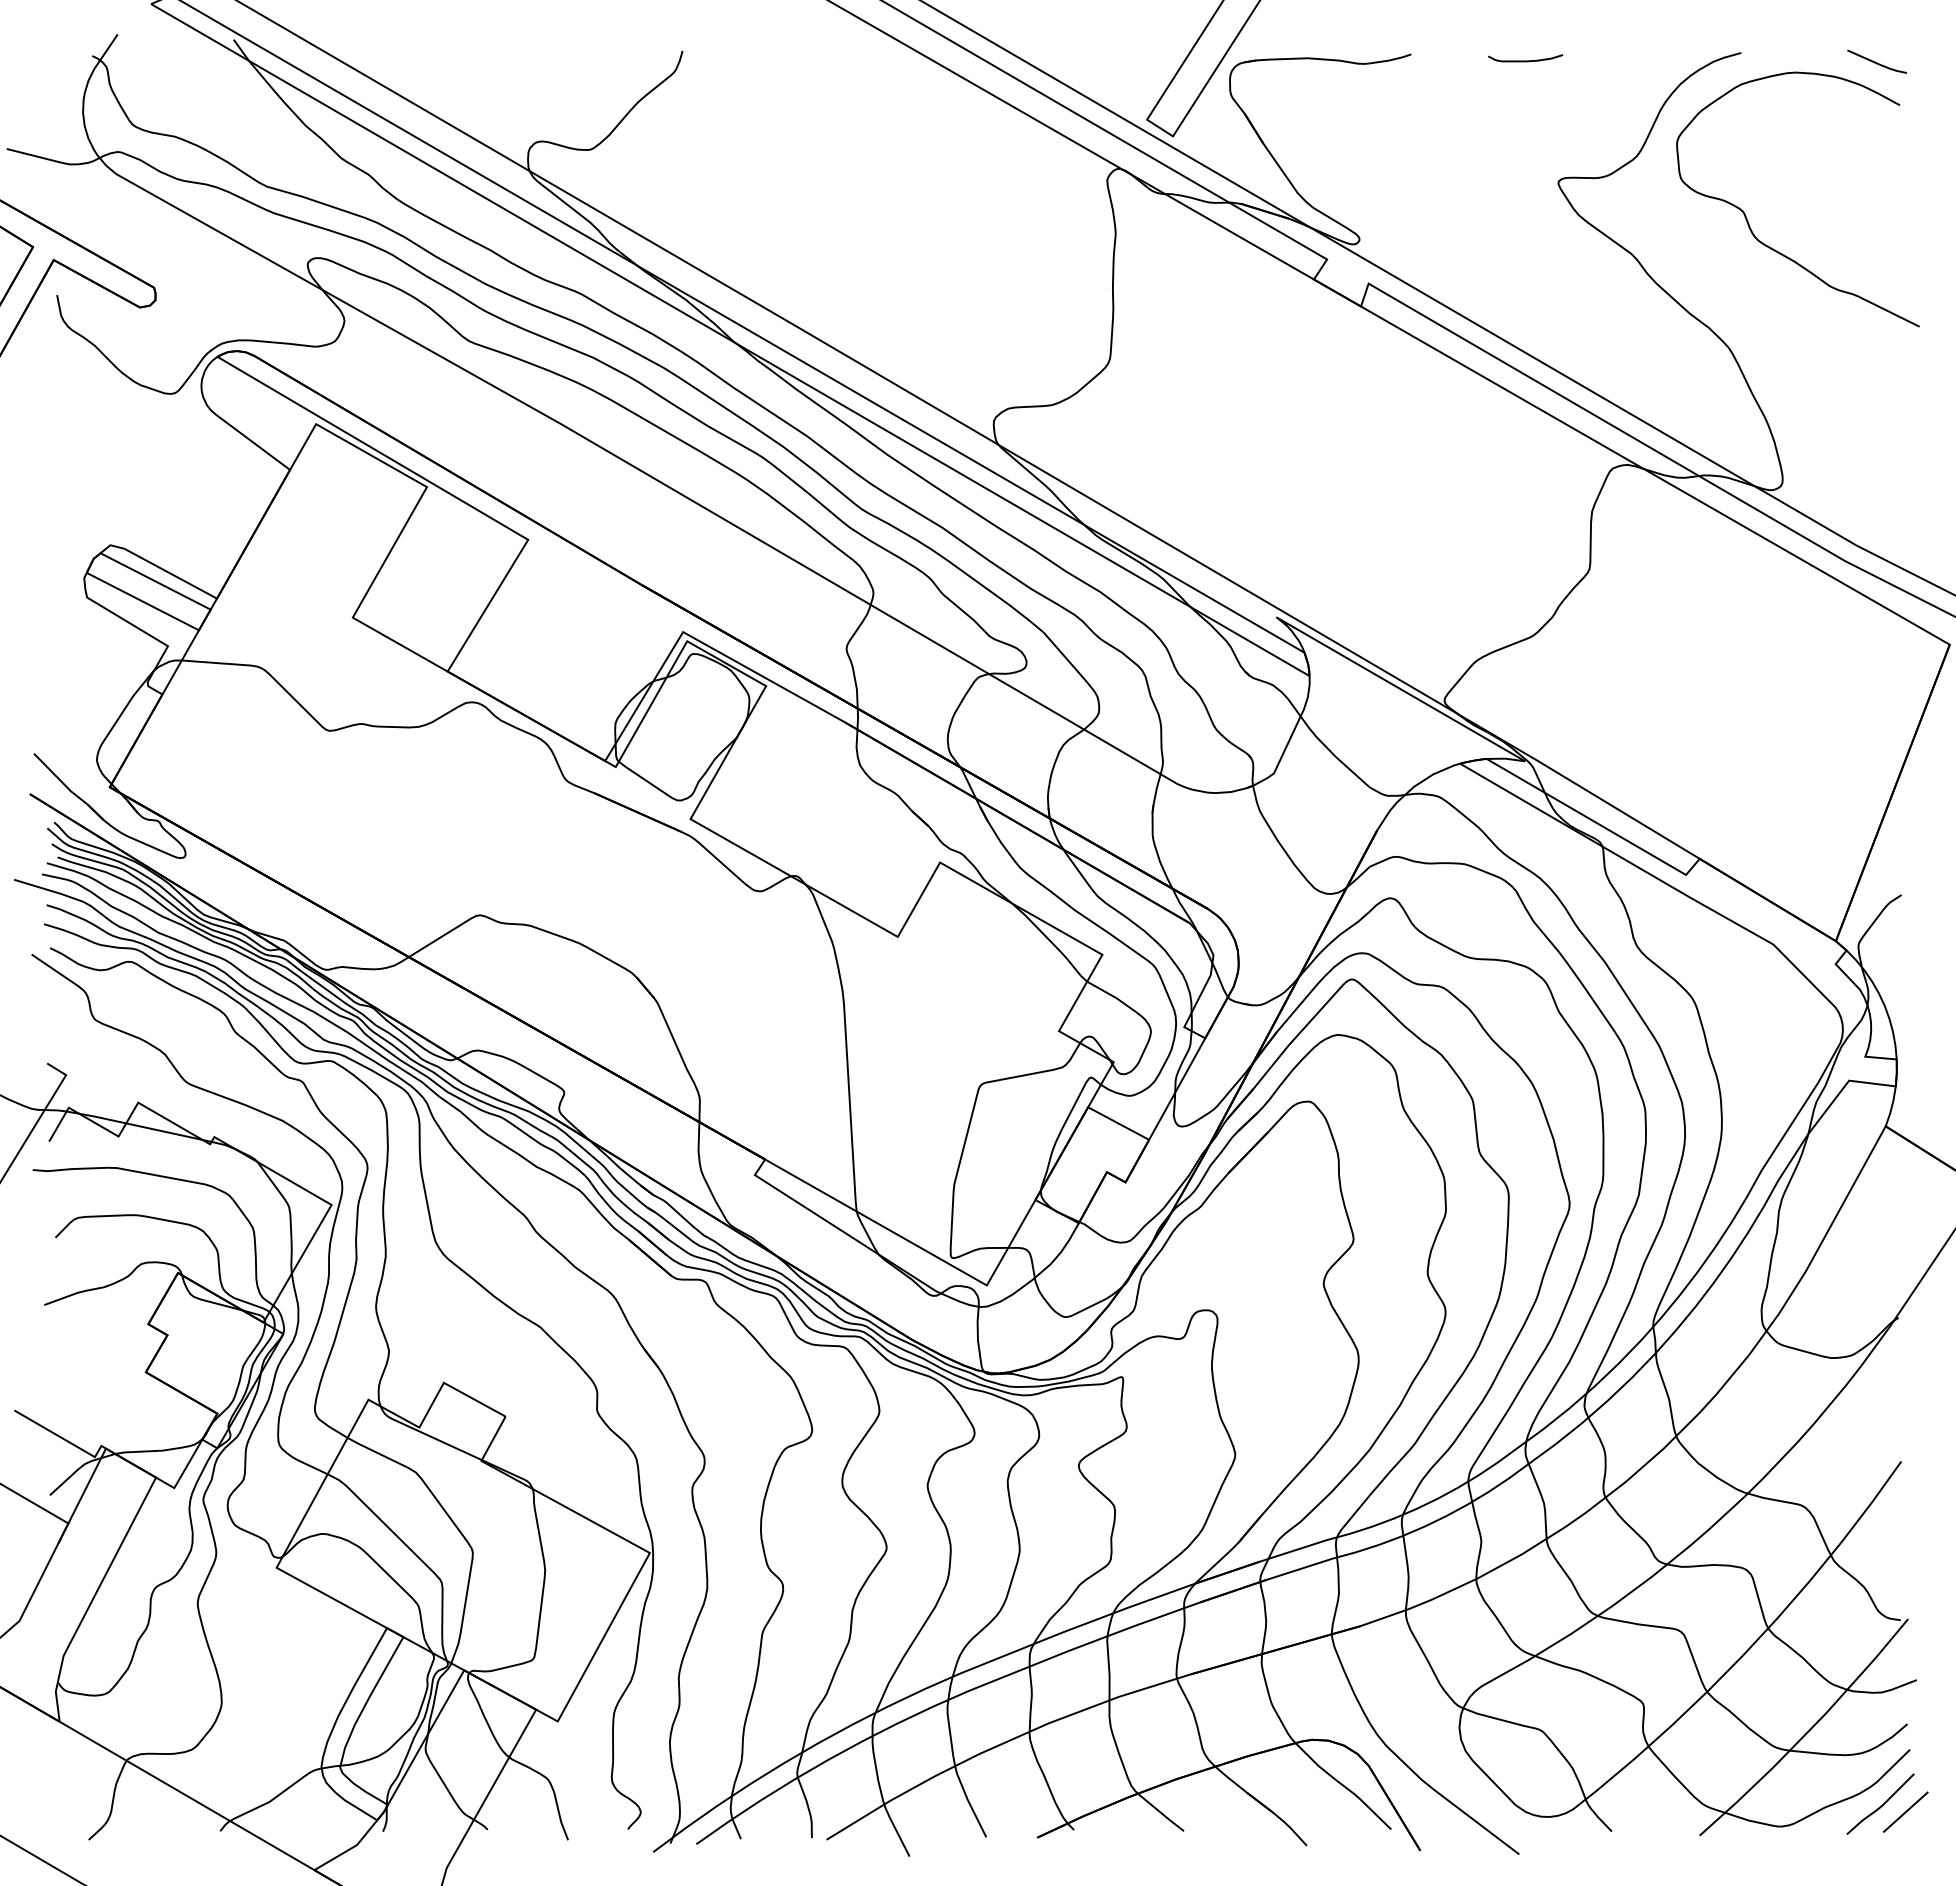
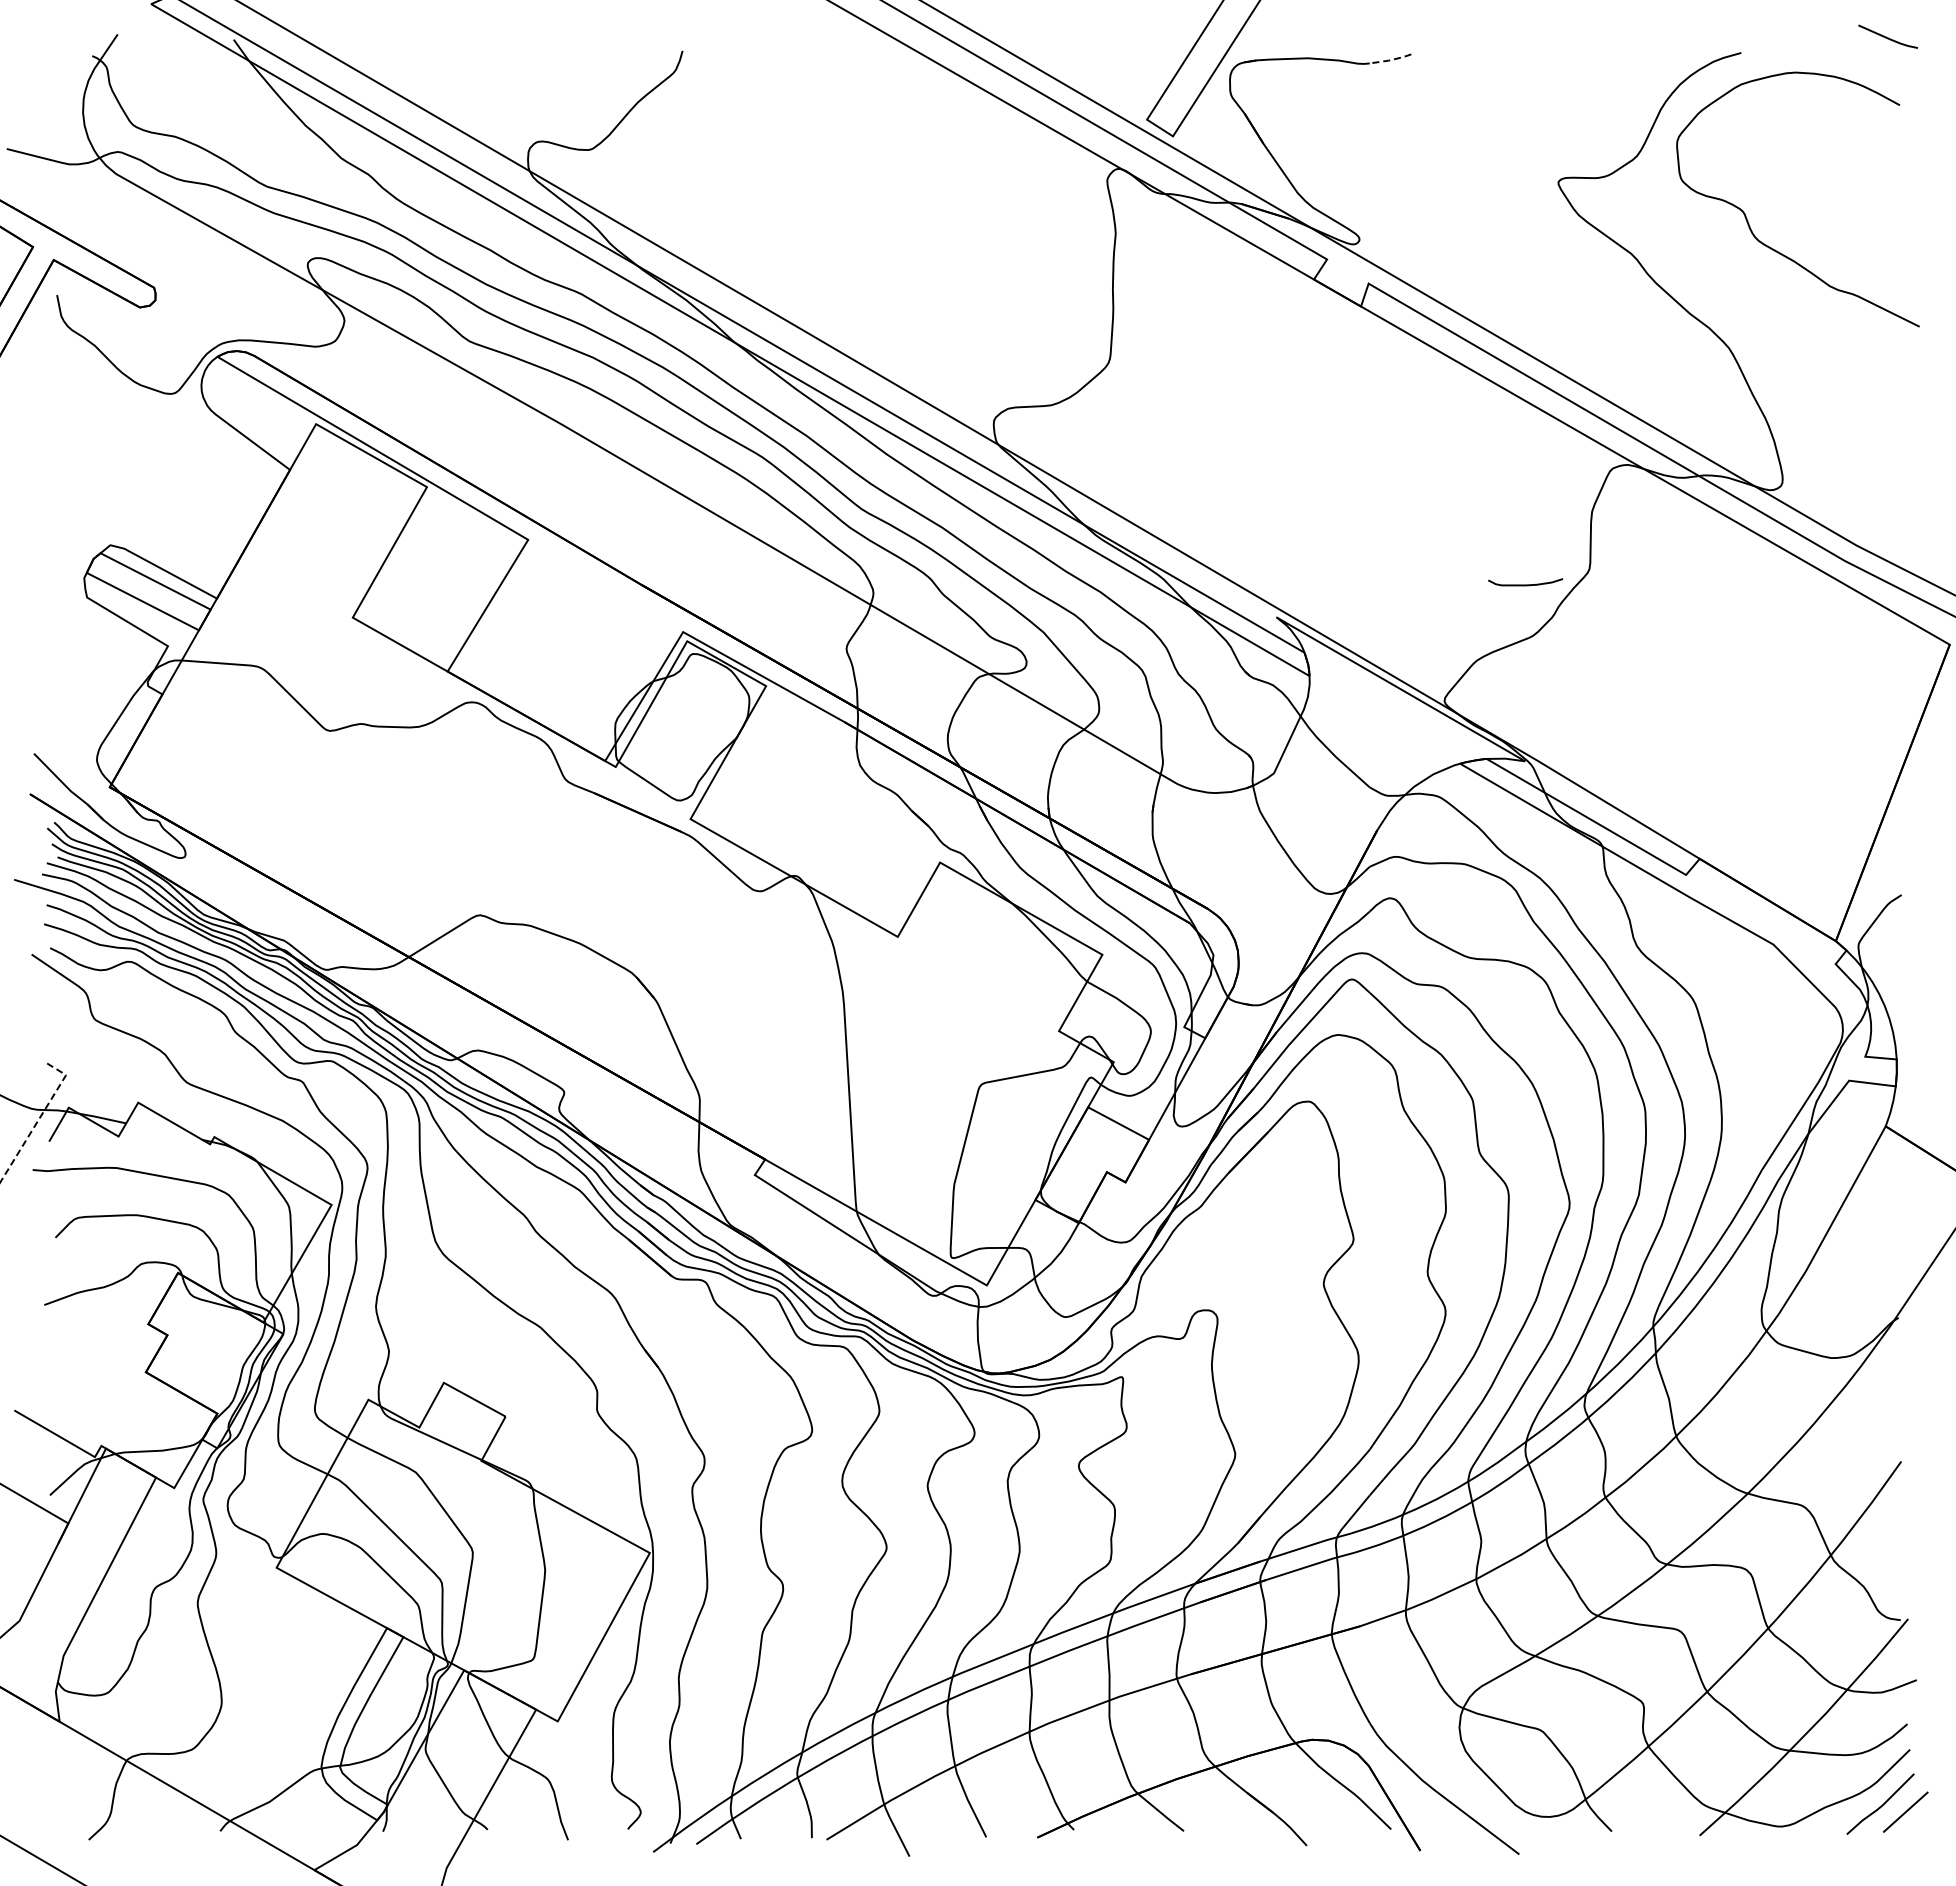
line at (1390, 60): solid -> dashed
curve at (1525, 60) position: (1525, 60) -> (1525, 584)
line at (1875, 61) position: (1875, 61) -> (1886, 36)
line at (39, 1119): solid -> dashed
line at (164, 1131): present -> none
